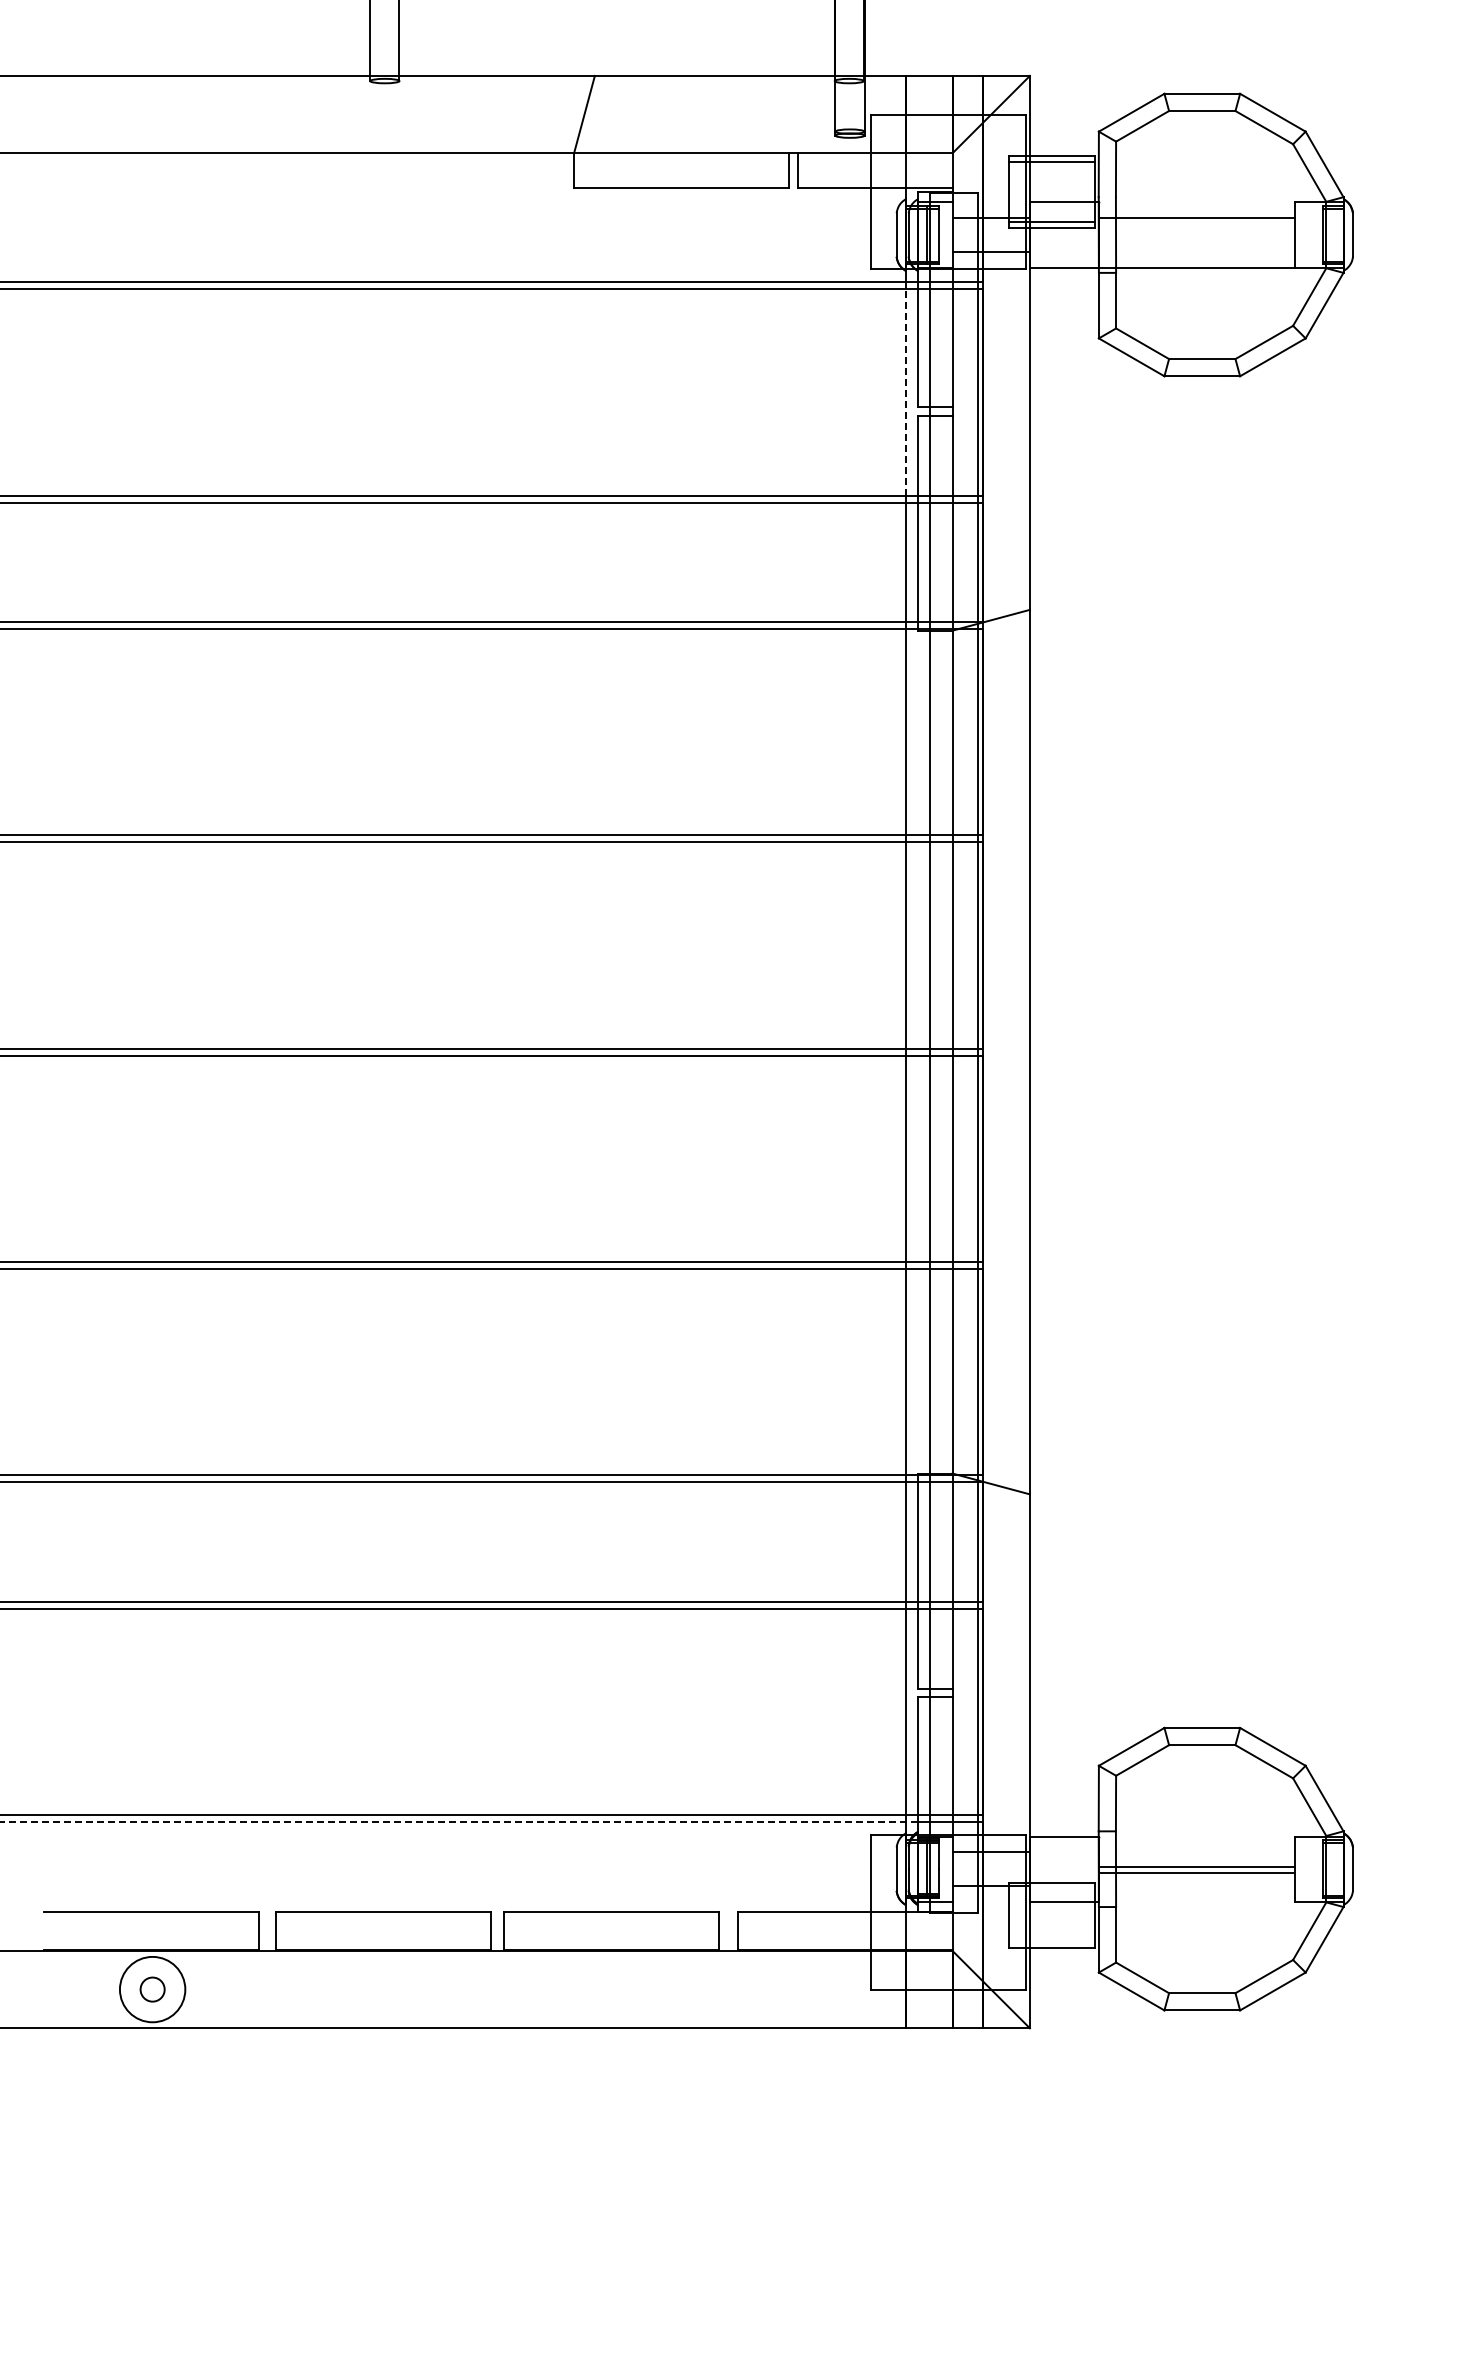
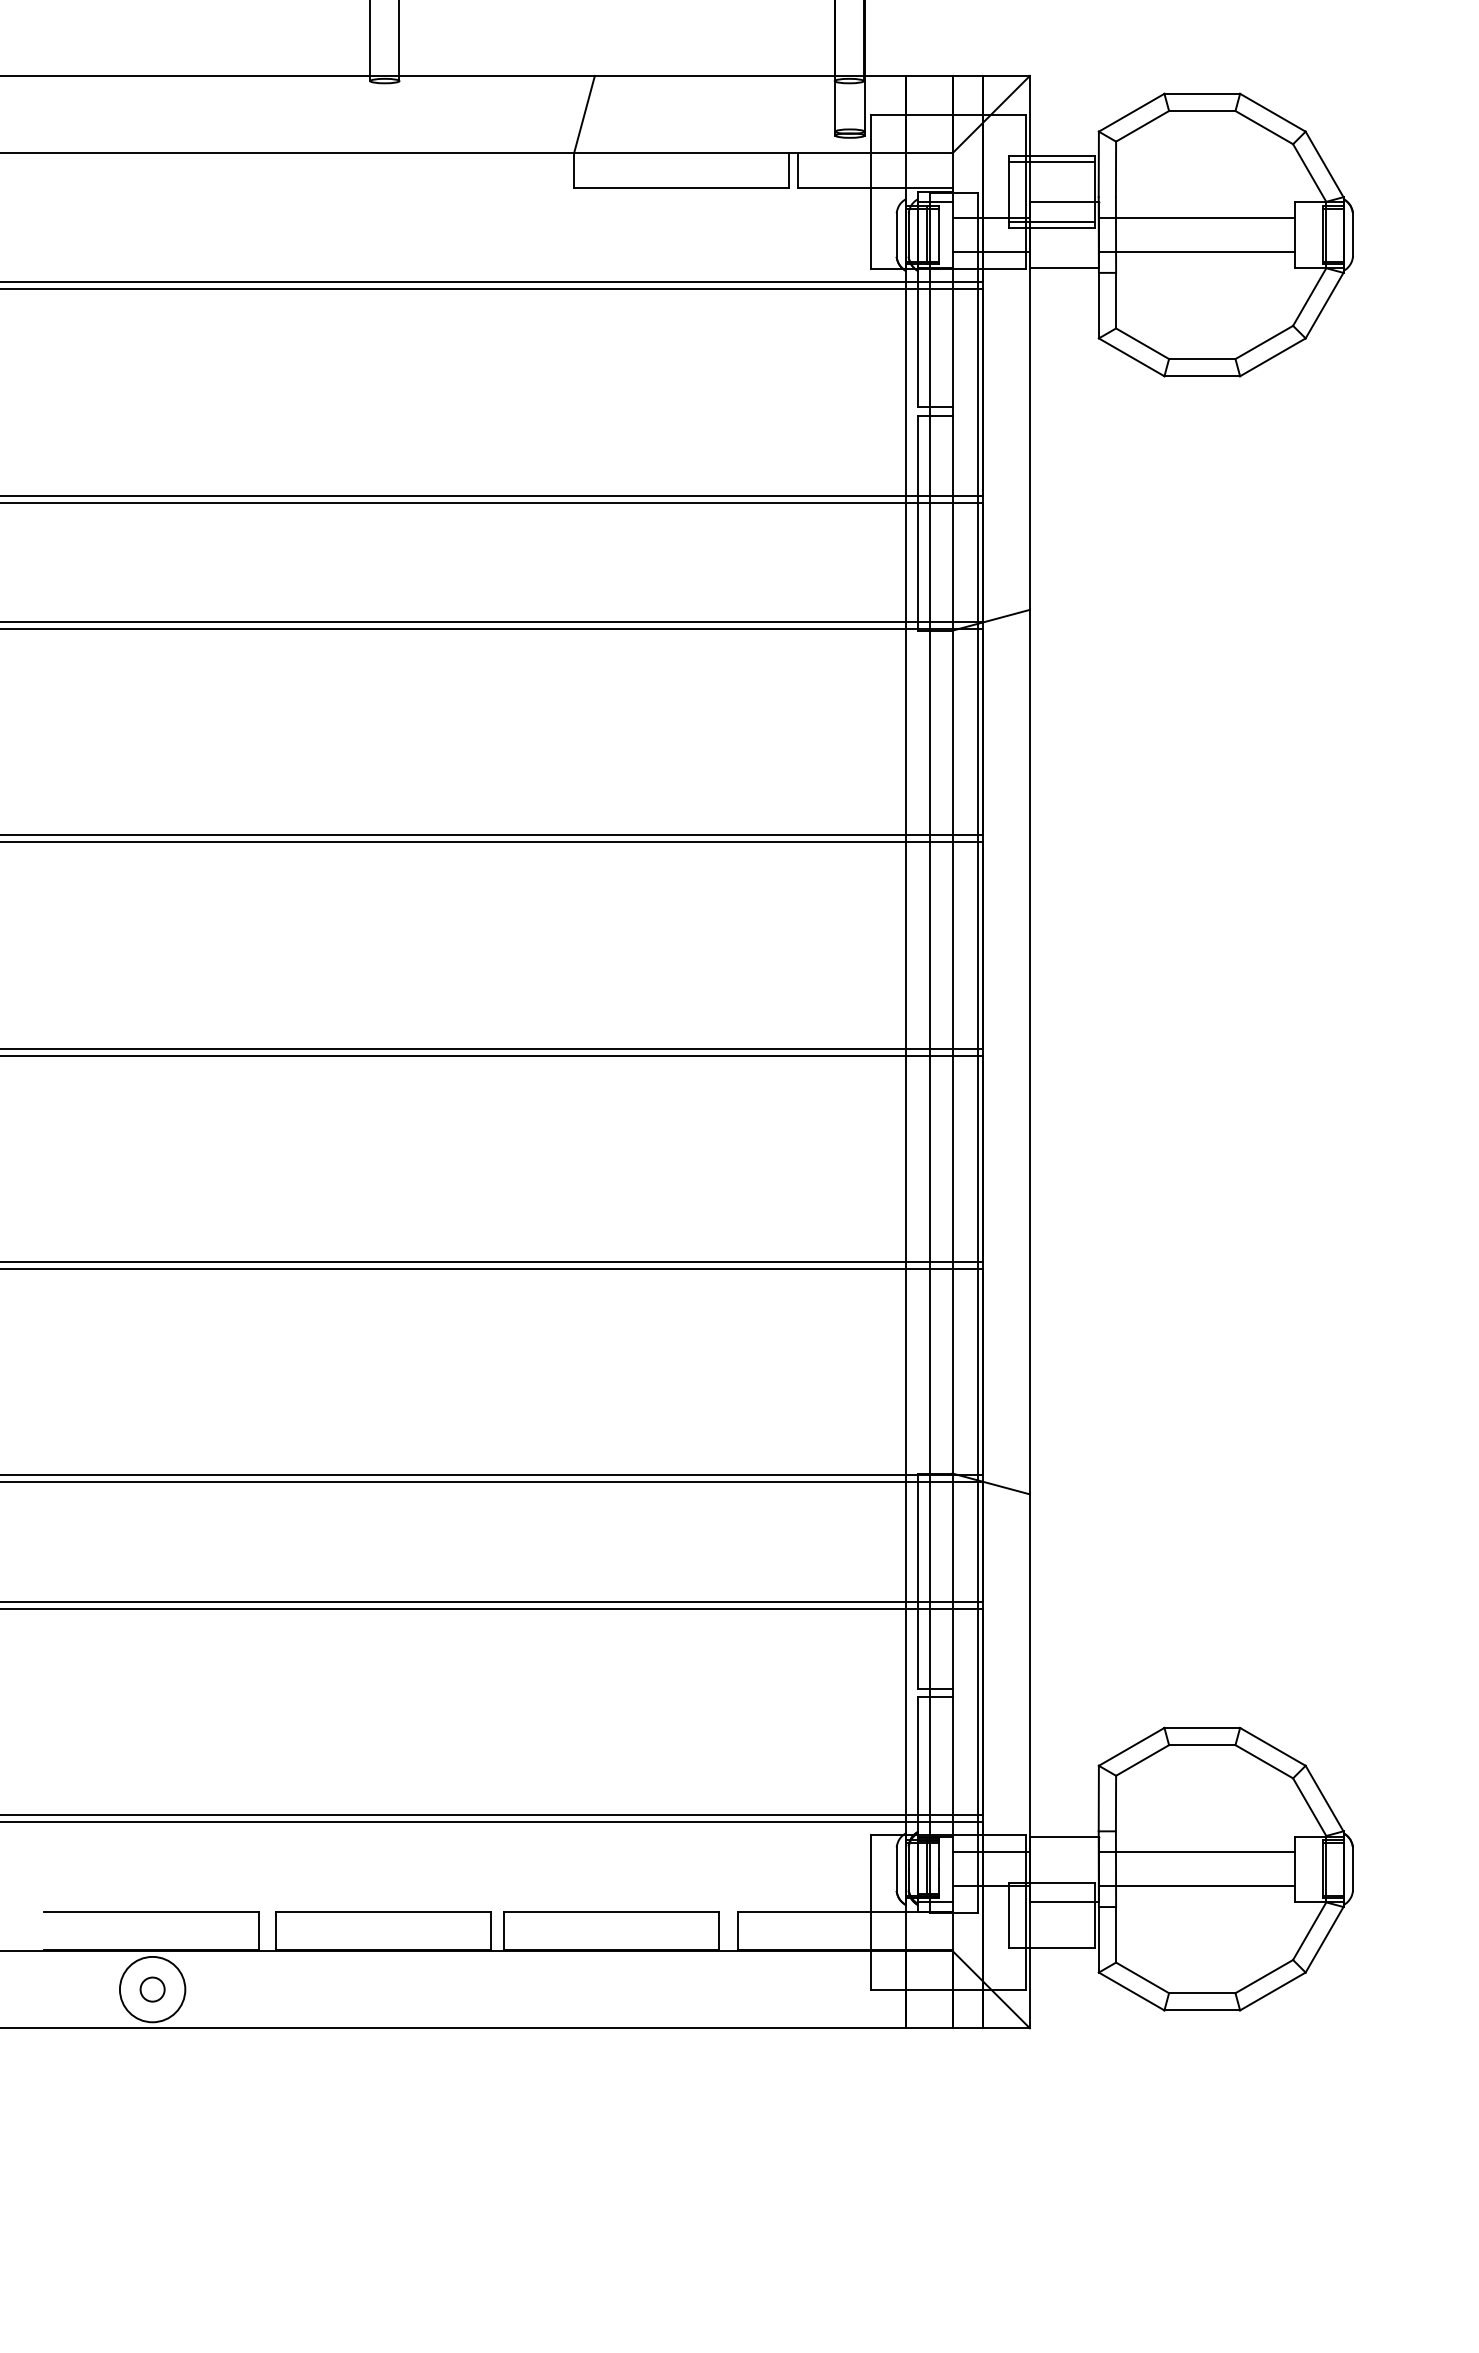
line at (1196, 268) position: (1196, 268) -> (1196, 252)
line at (906, 391): dashed -> solid
line at (459, 1821): dashed -> solid
line at (1196, 1867) position: (1196, 1867) -> (1196, 1886)
line at (1196, 1872) position: (1196, 1872) -> (1196, 1851)
